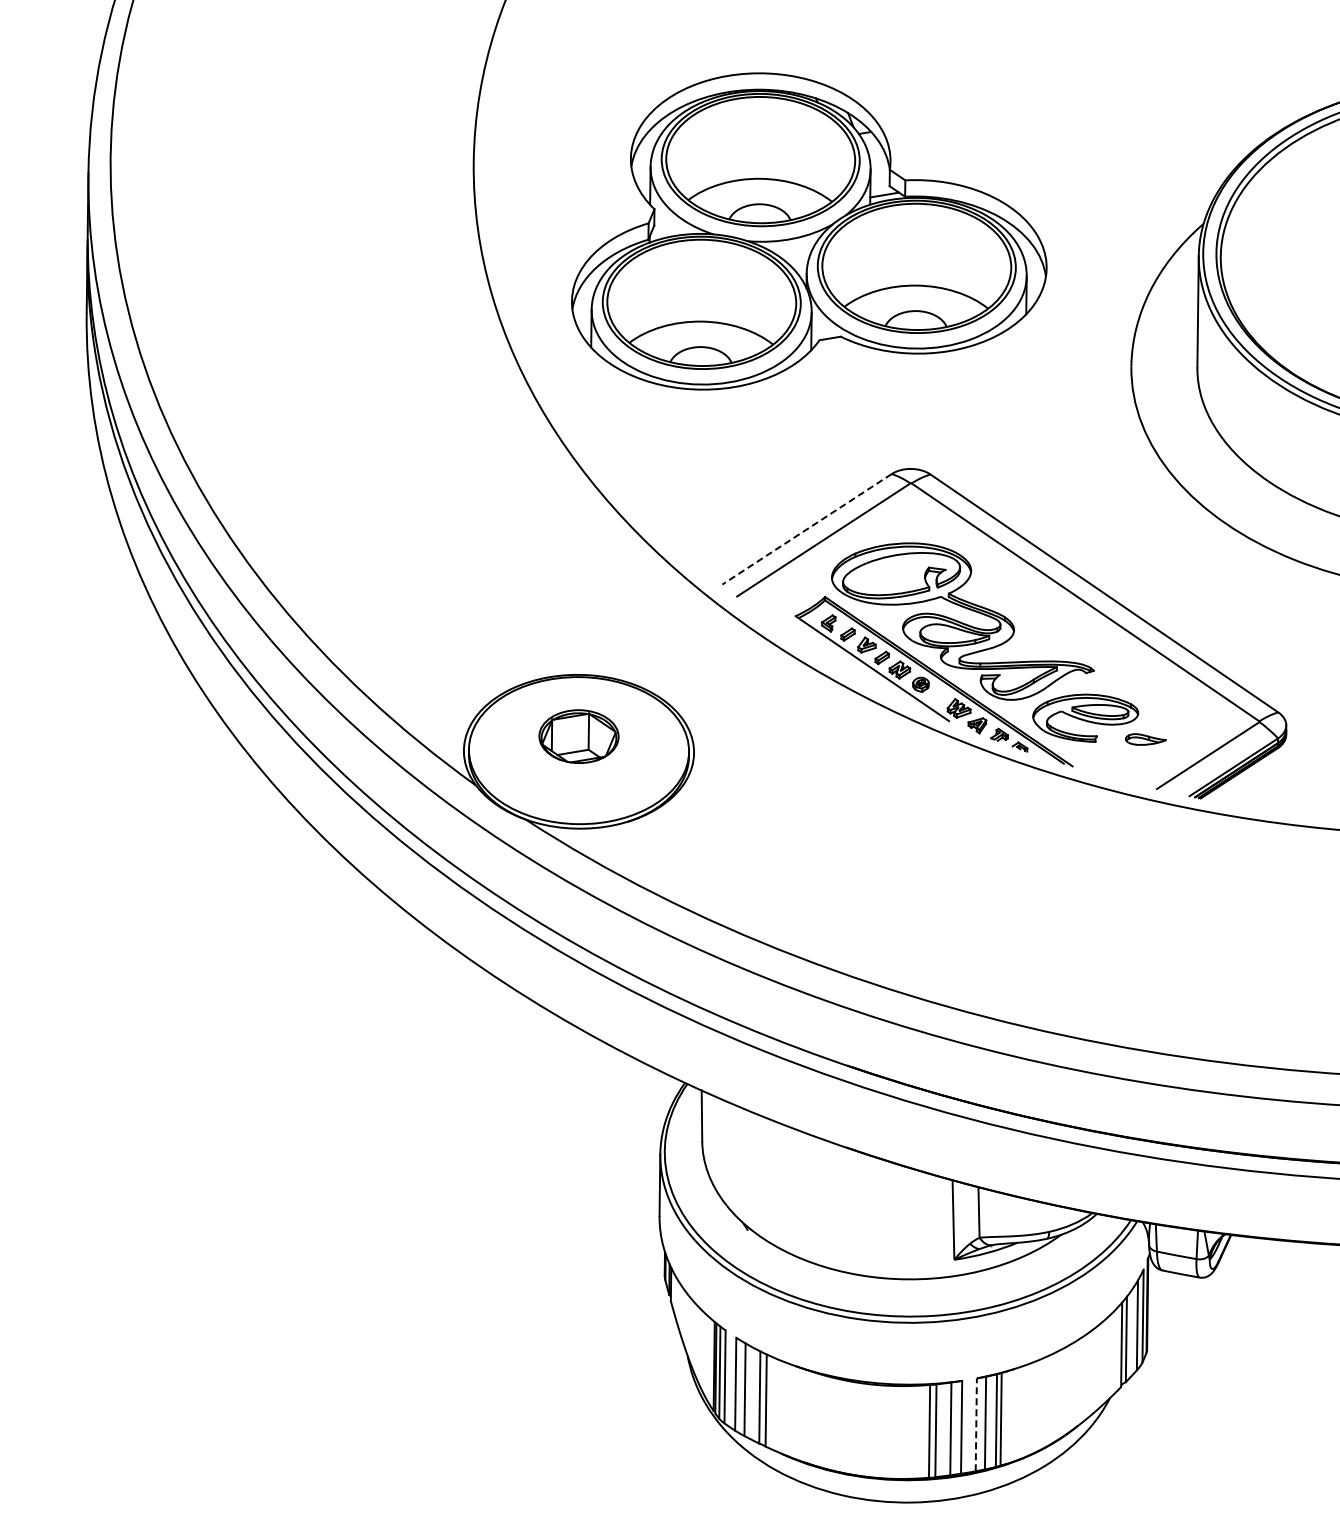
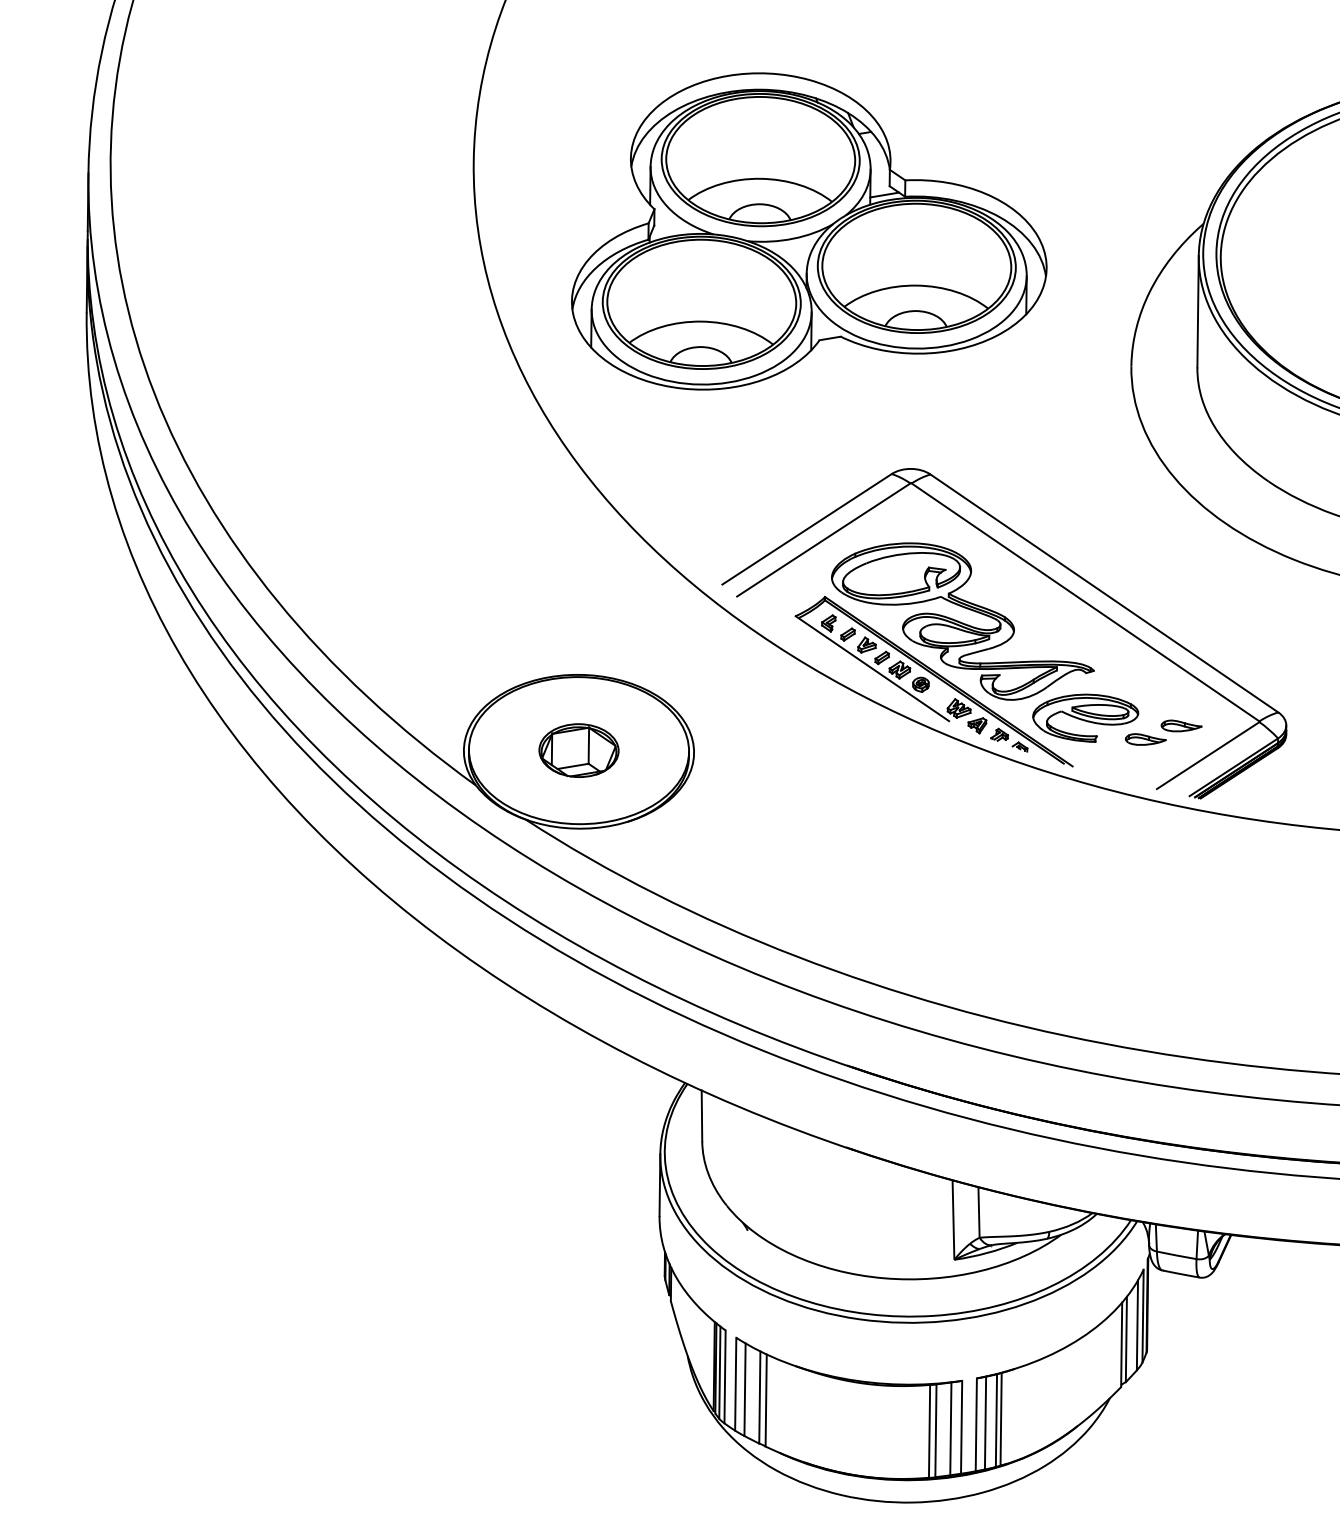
line at (806, 529): dashed -> solid
part at (1181, 725): none -> present
part at (578, 736) position: (578, 736) -> (578, 750)
line at (976, 1424): dashed -> solid
